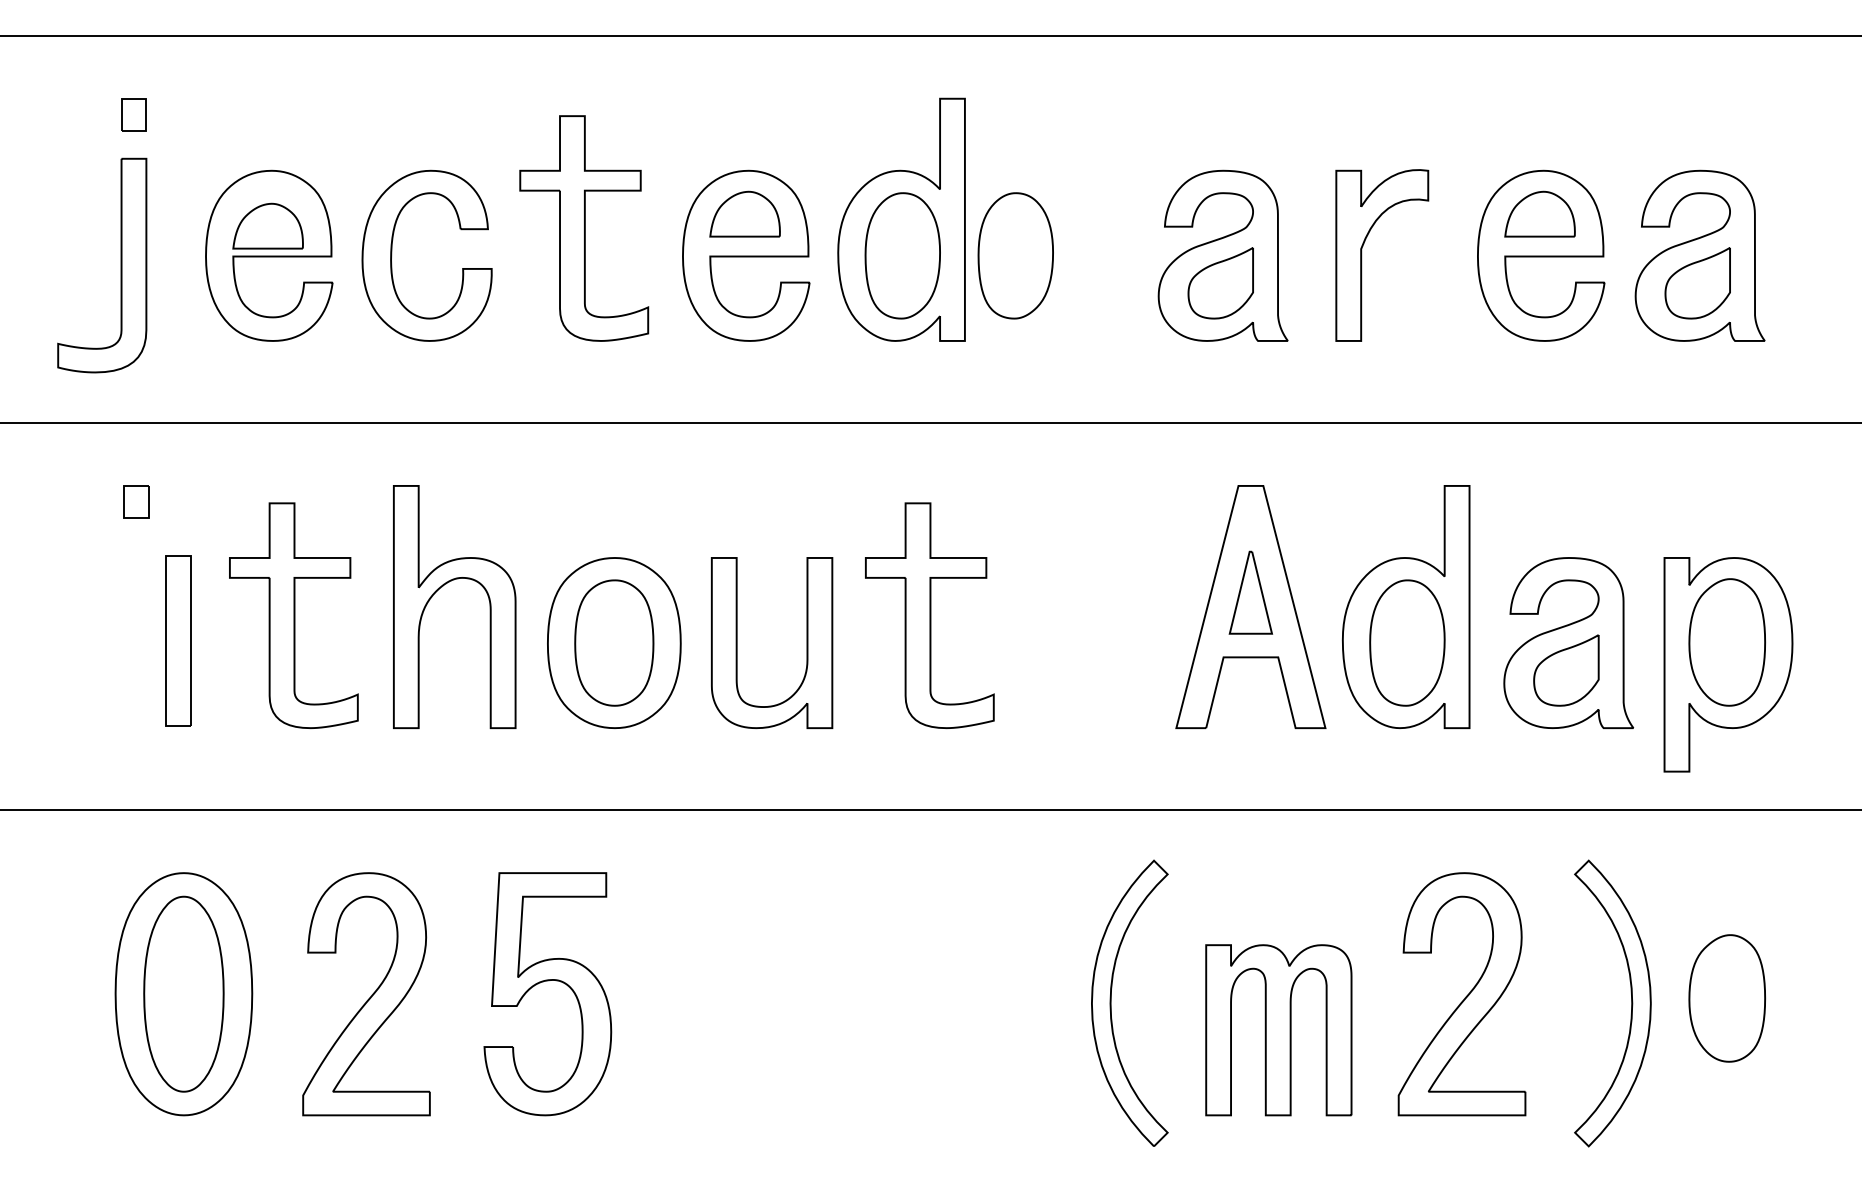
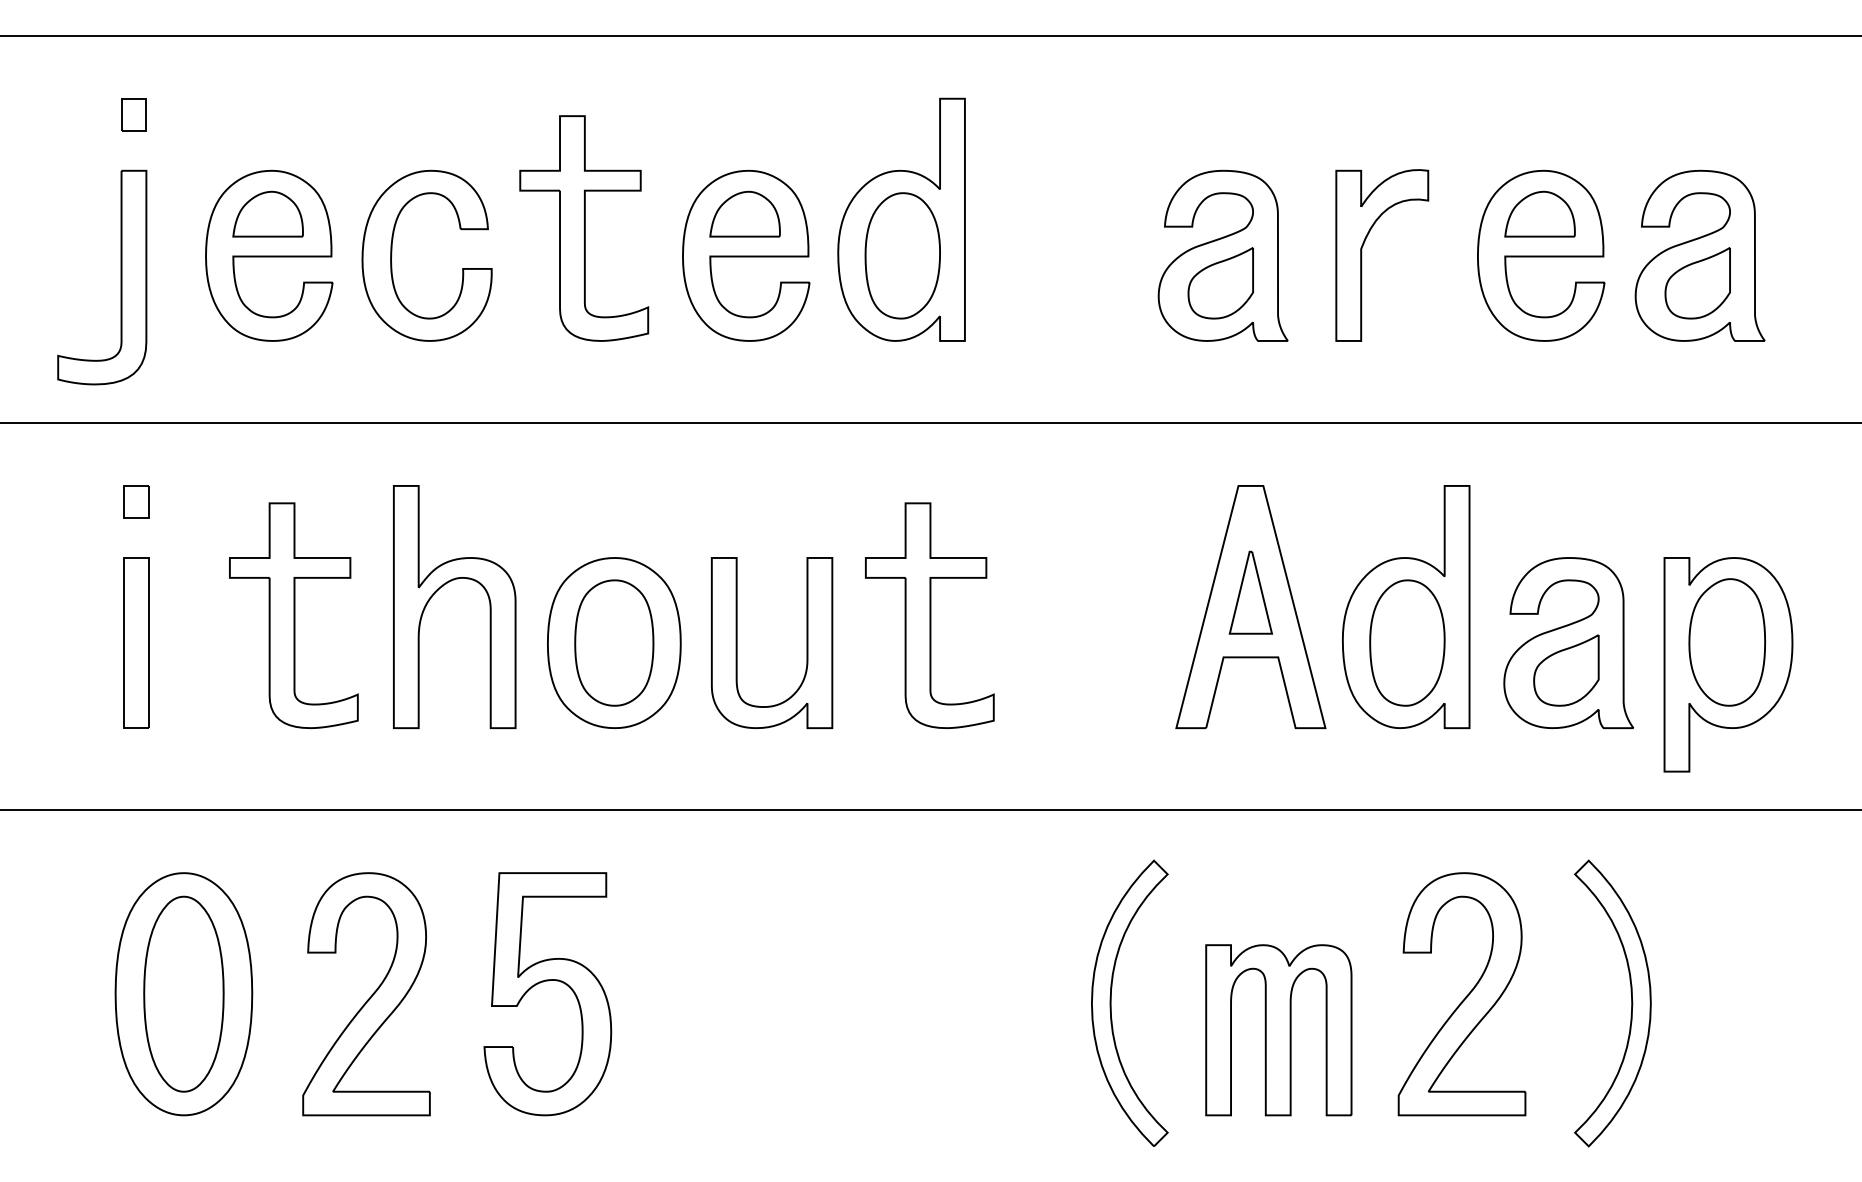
part at (267, 225) position: (267, 225) -> (267, 213)
part at (1015, 255): present -> none
part at (120, 265) position: (120, 265) -> (120, 277)
part at (178, 640) position: (178, 640) -> (136, 642)
part at (1726, 998): present -> none
